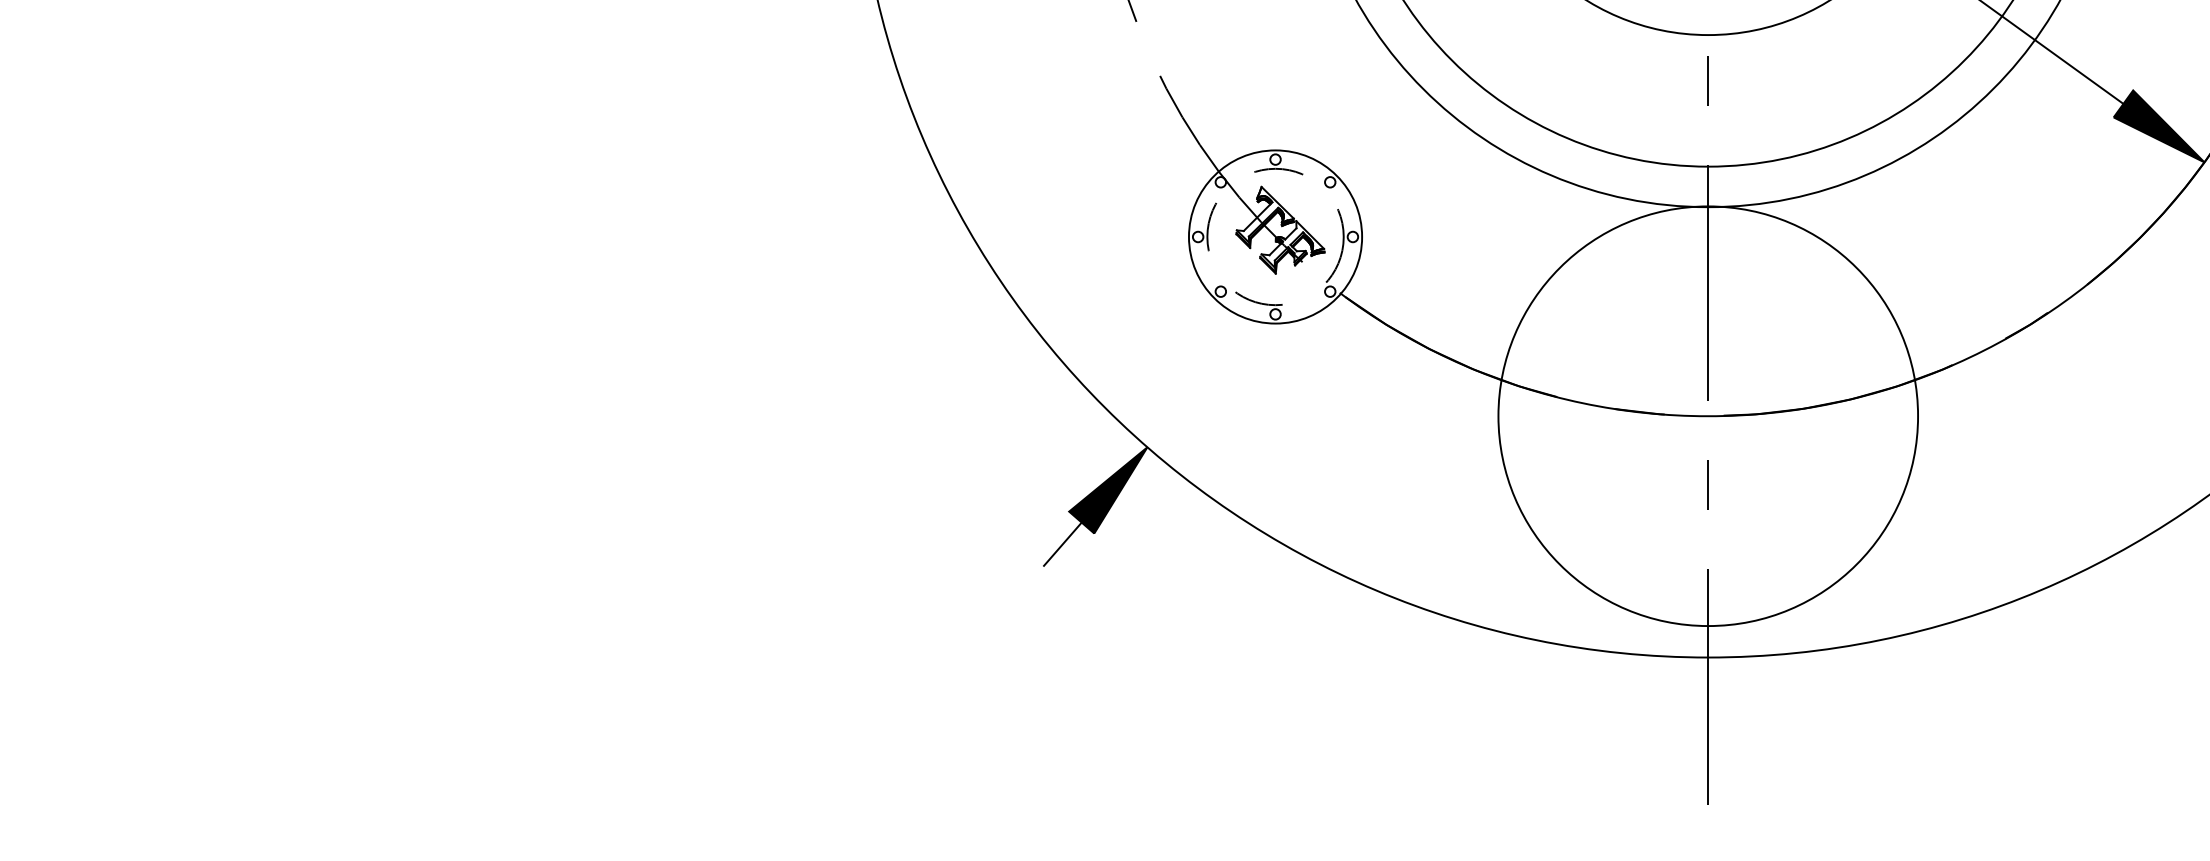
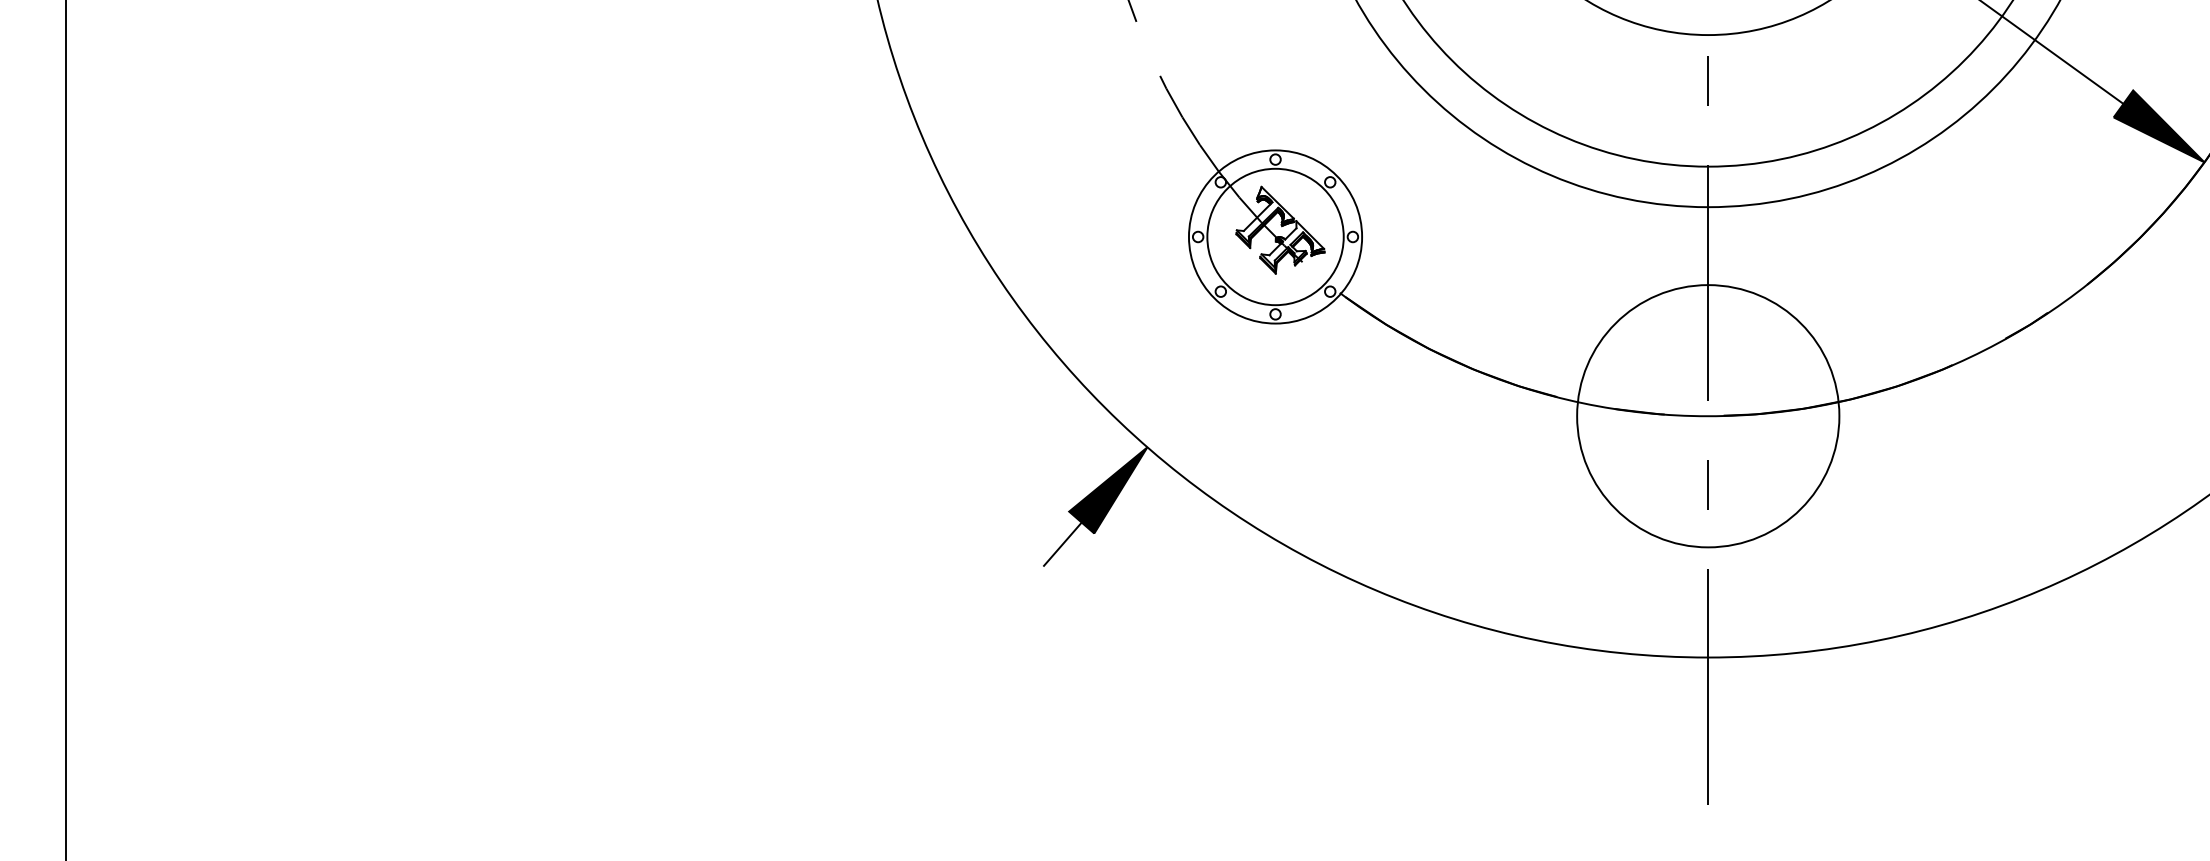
circle at (1275, 236): dashed -> solid
circle at (1708, 416) diameter: 420 px -> 262 px
line at (66, 429): none -> present
